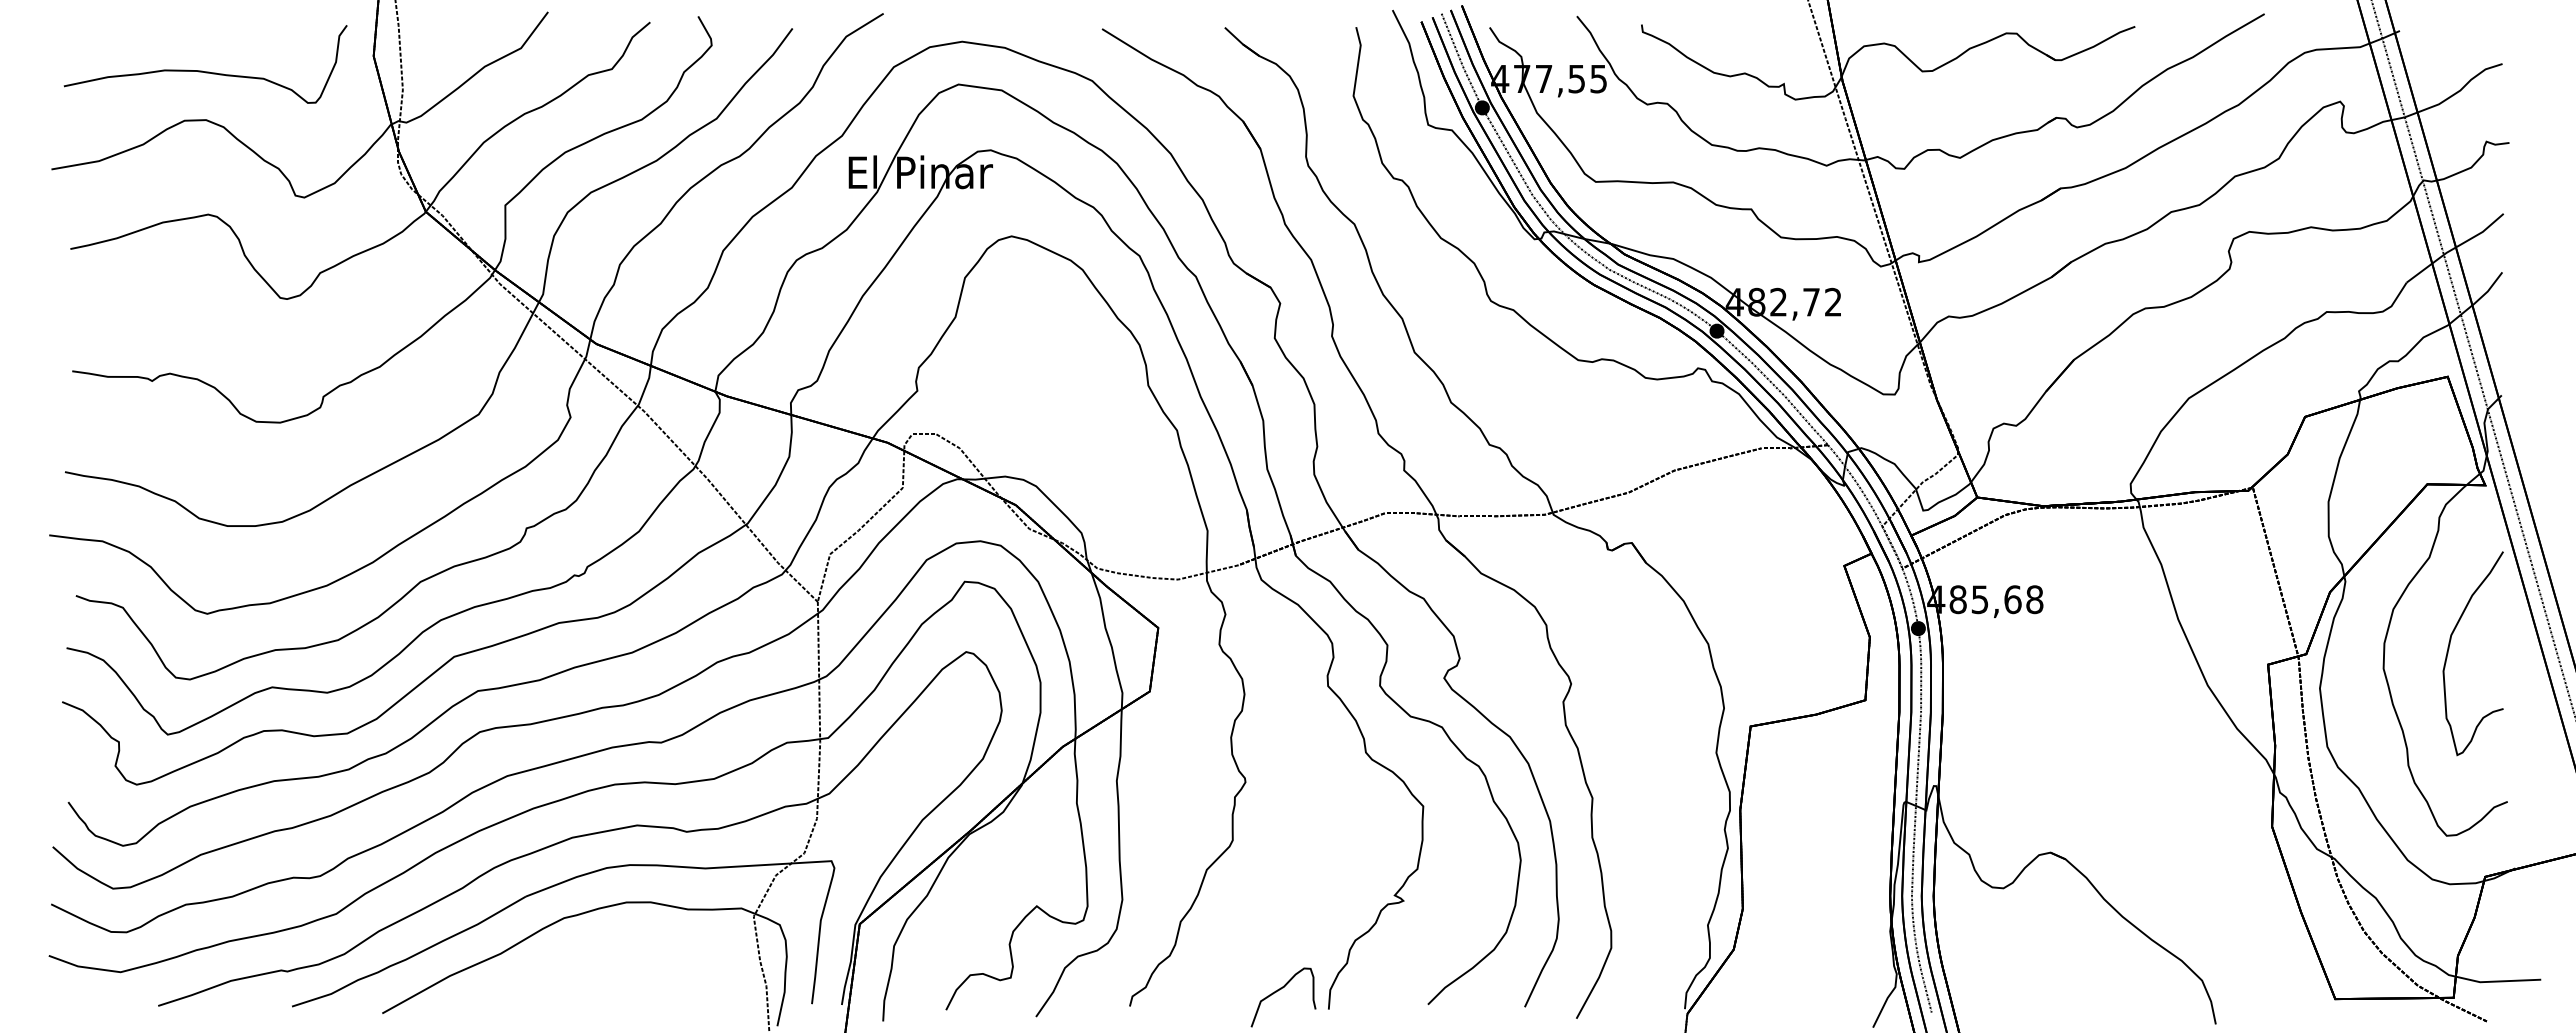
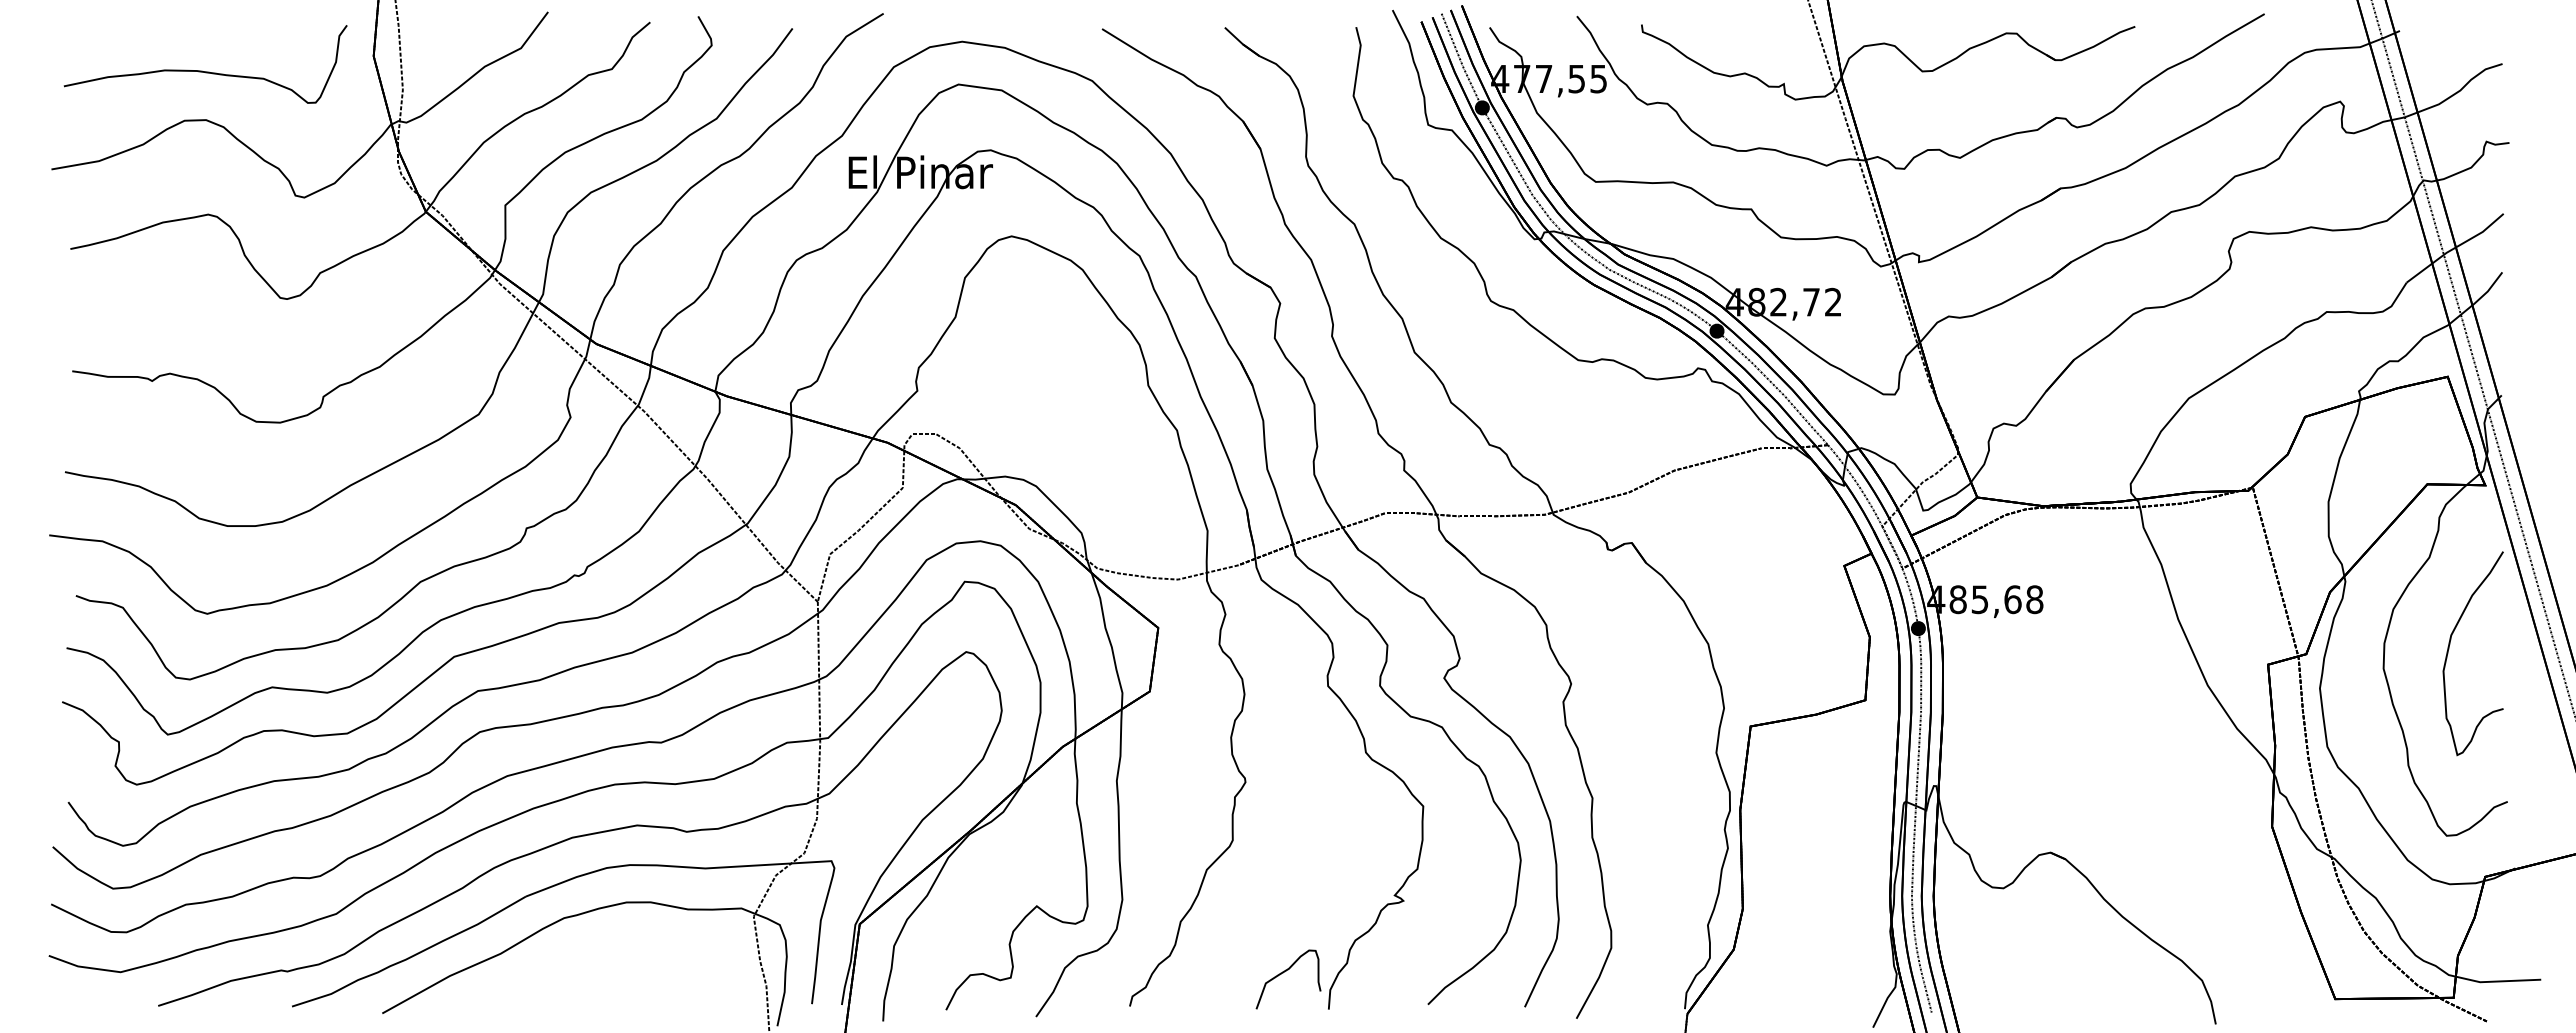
curve at (1278, 991) position: (1278, 991) -> (1283, 973)
